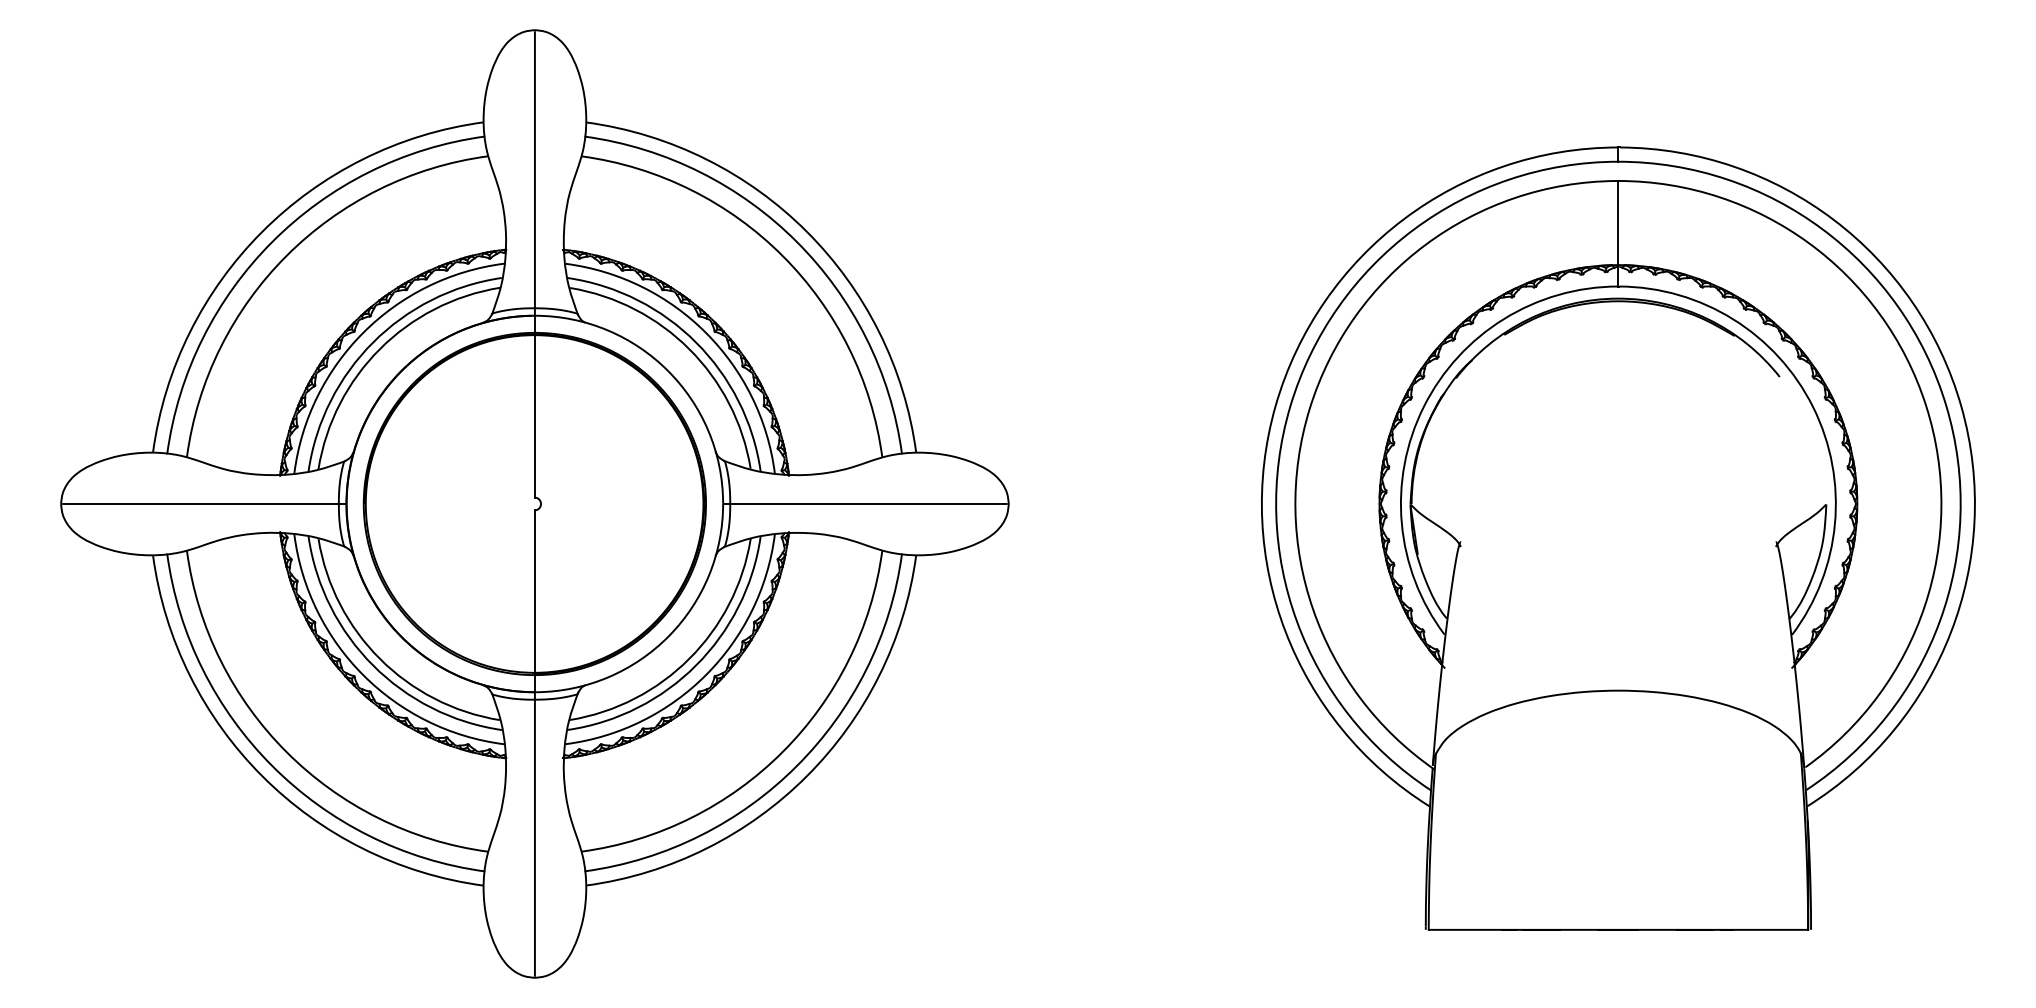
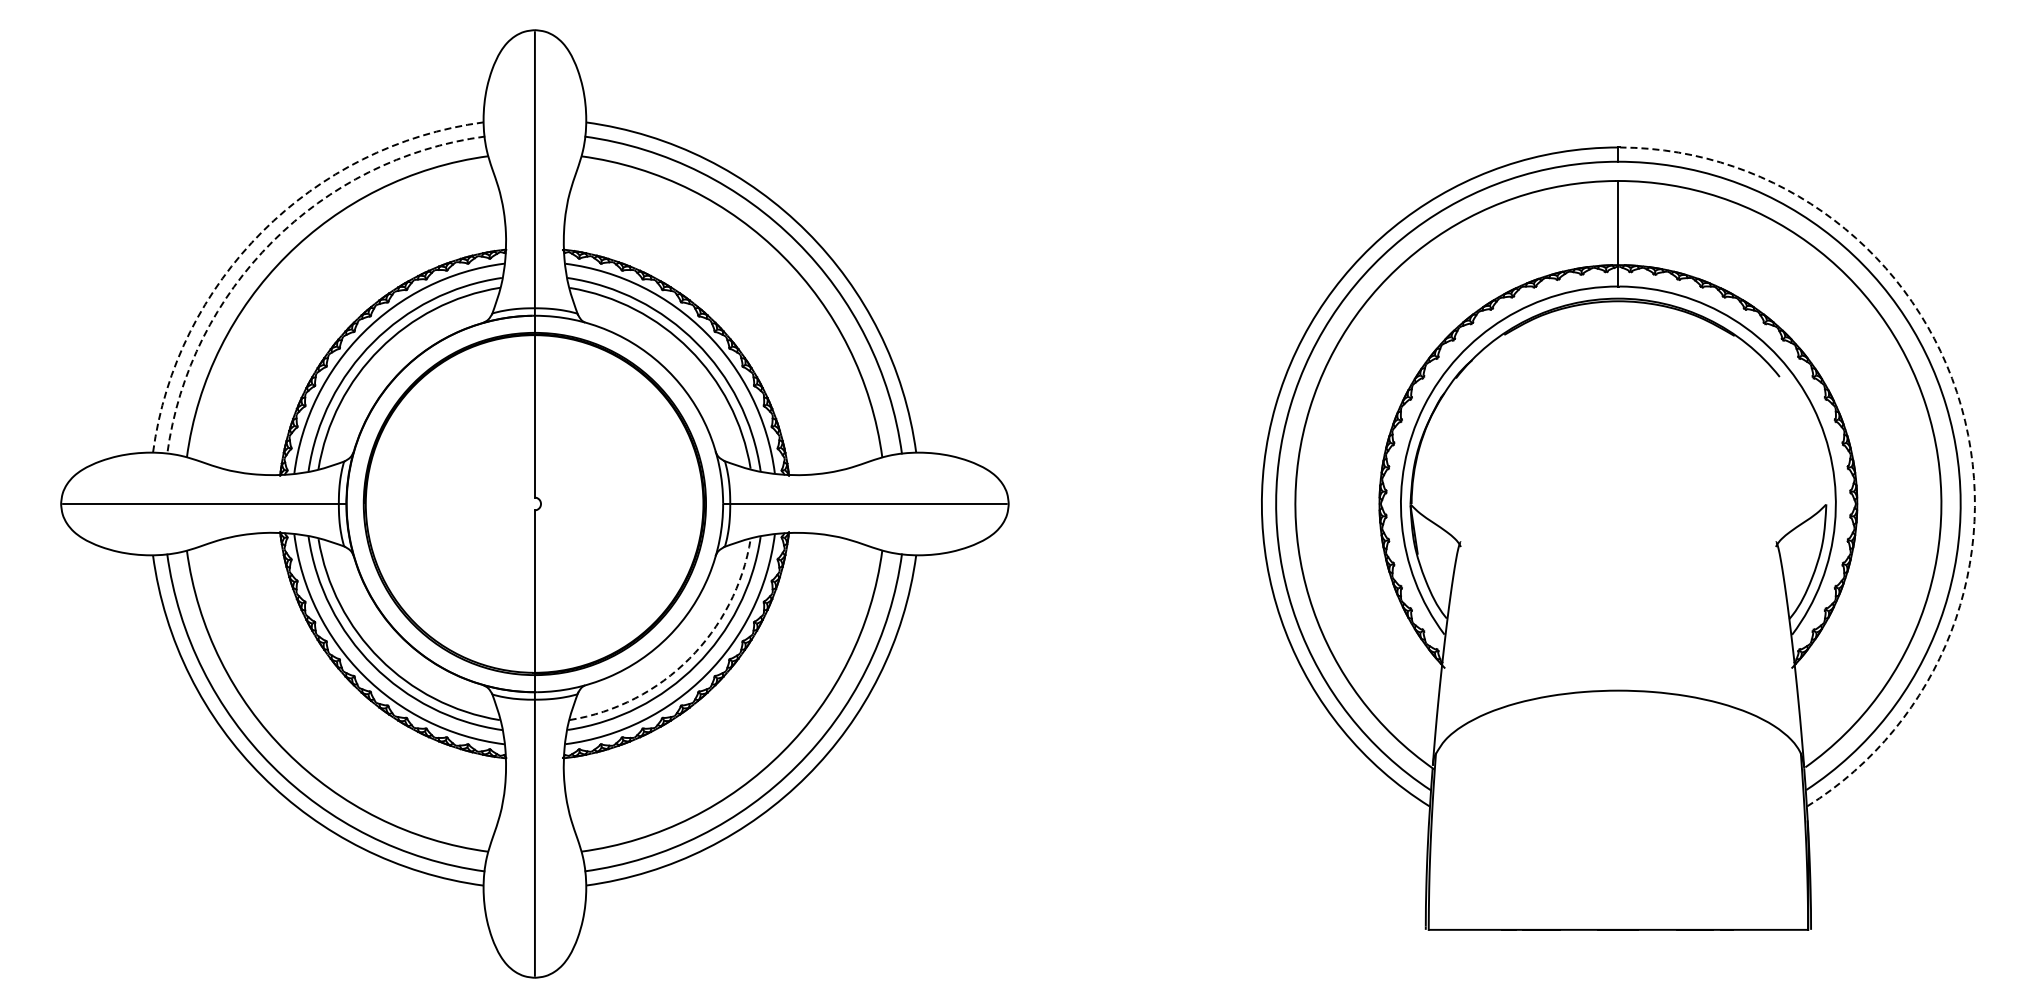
arc at (262, 231): solid -> dashed
arc at (272, 241): solid -> dashed
arc at (1961, 406): solid -> dashed
arc at (689, 658): solid -> dashed
